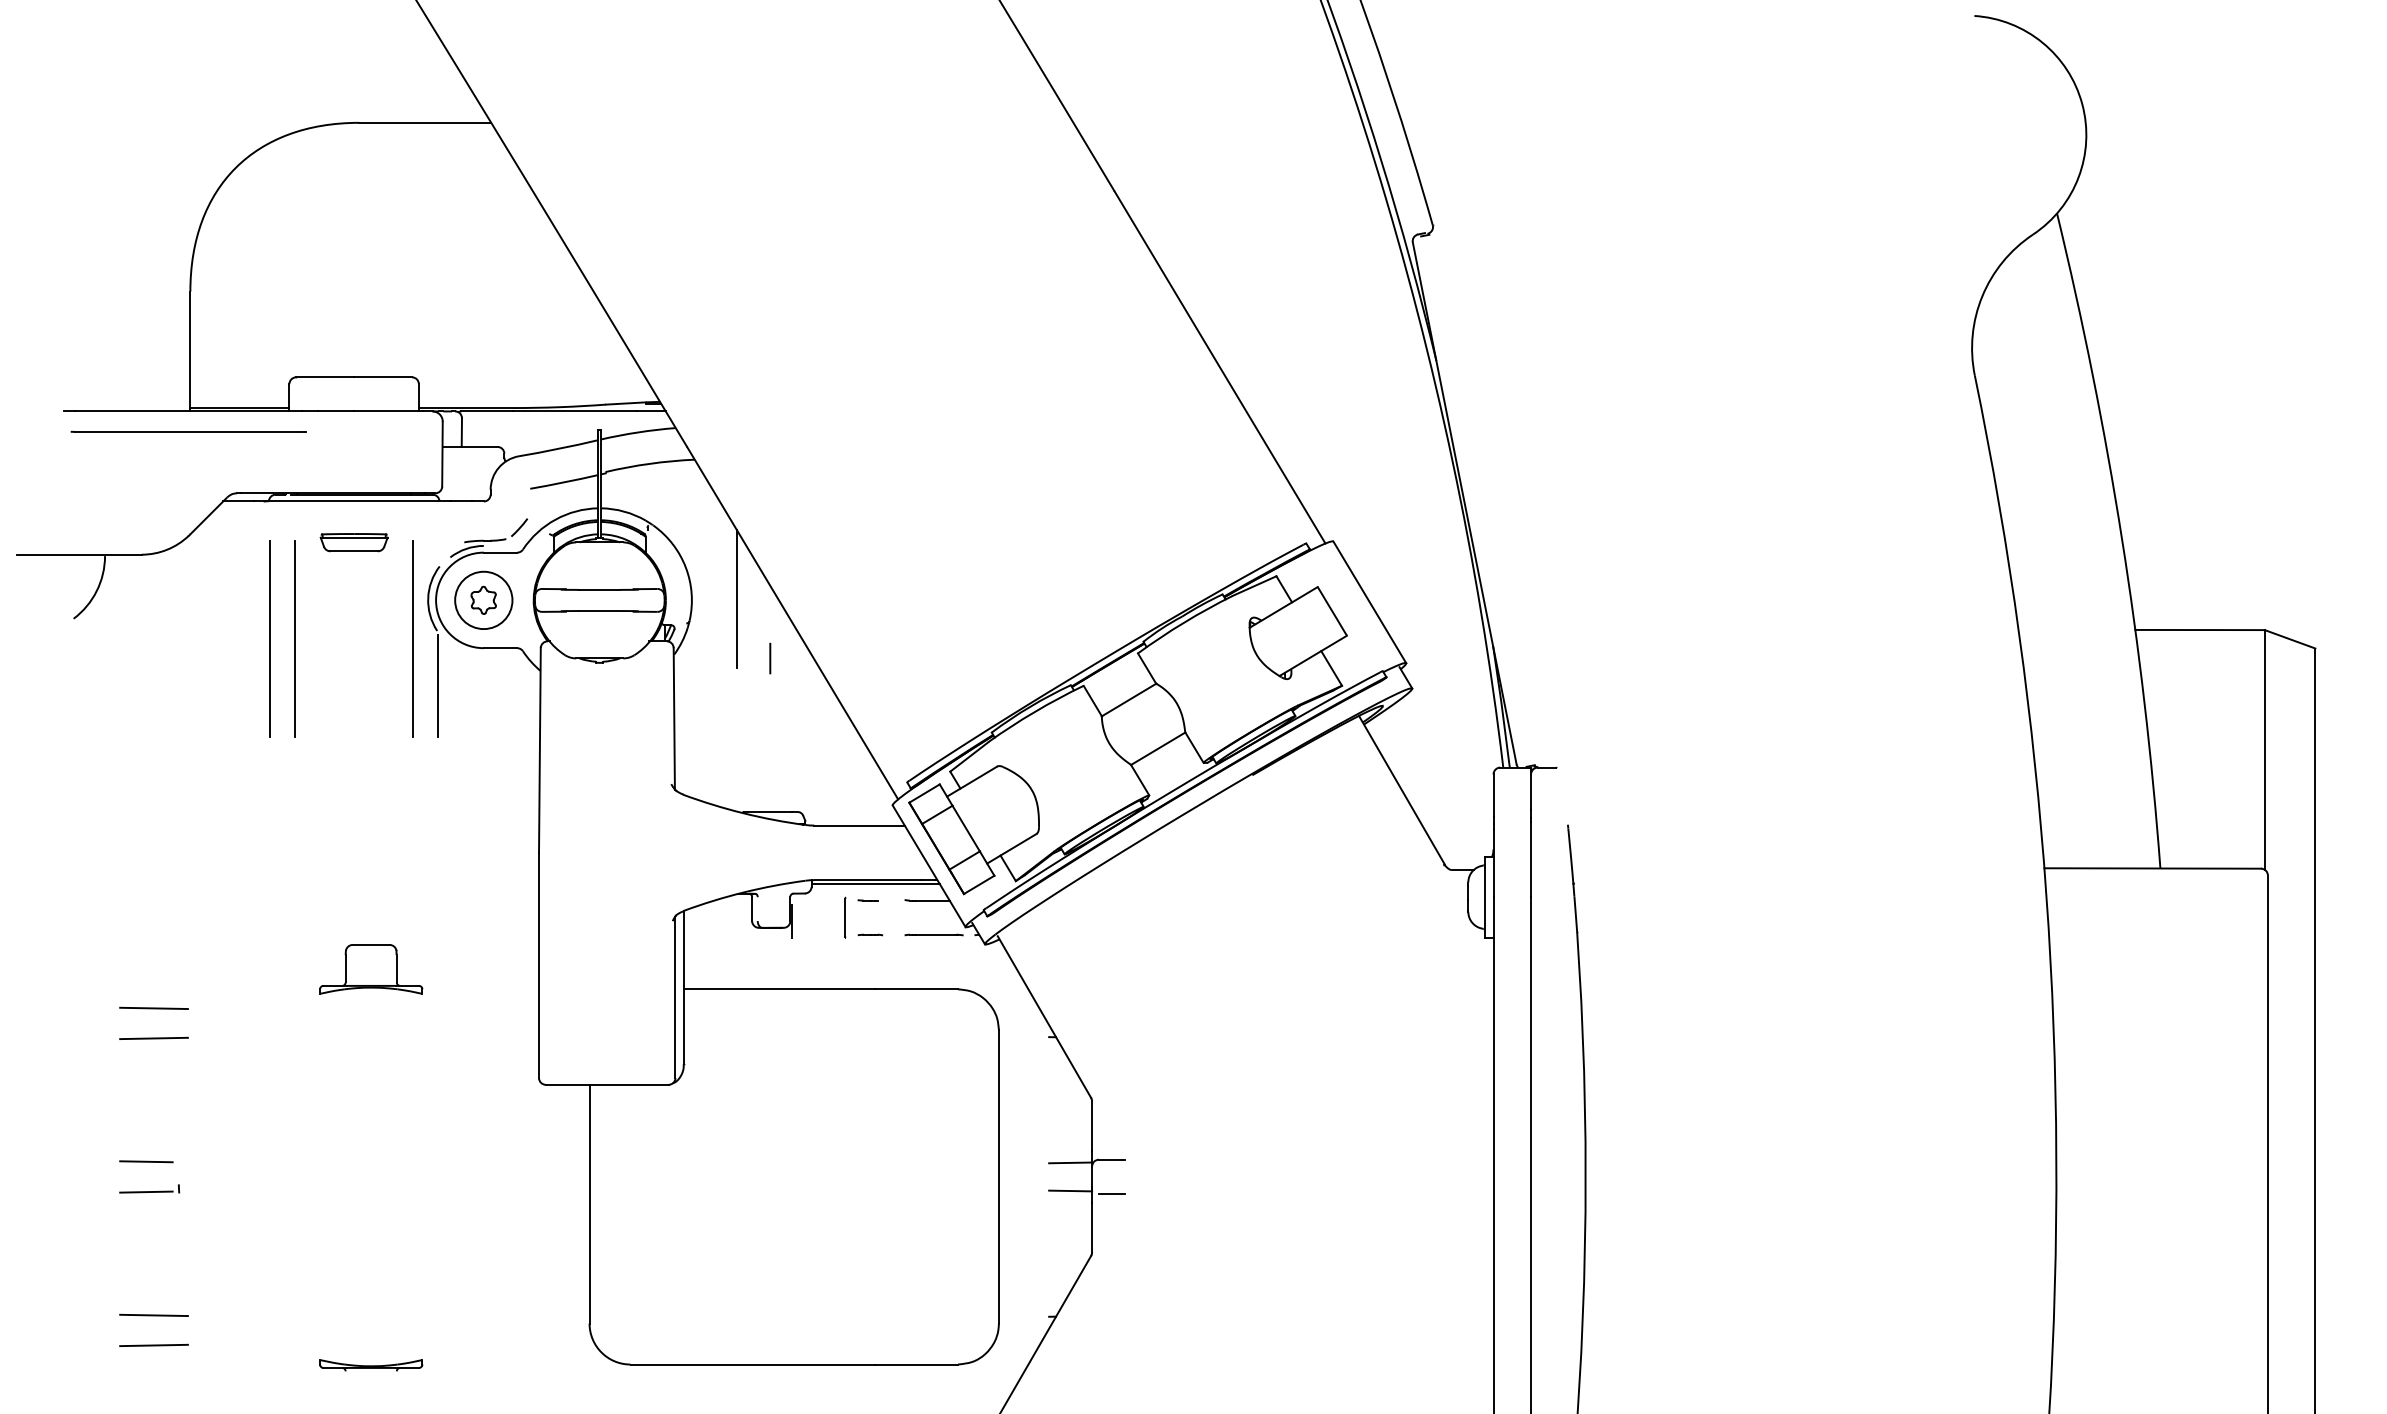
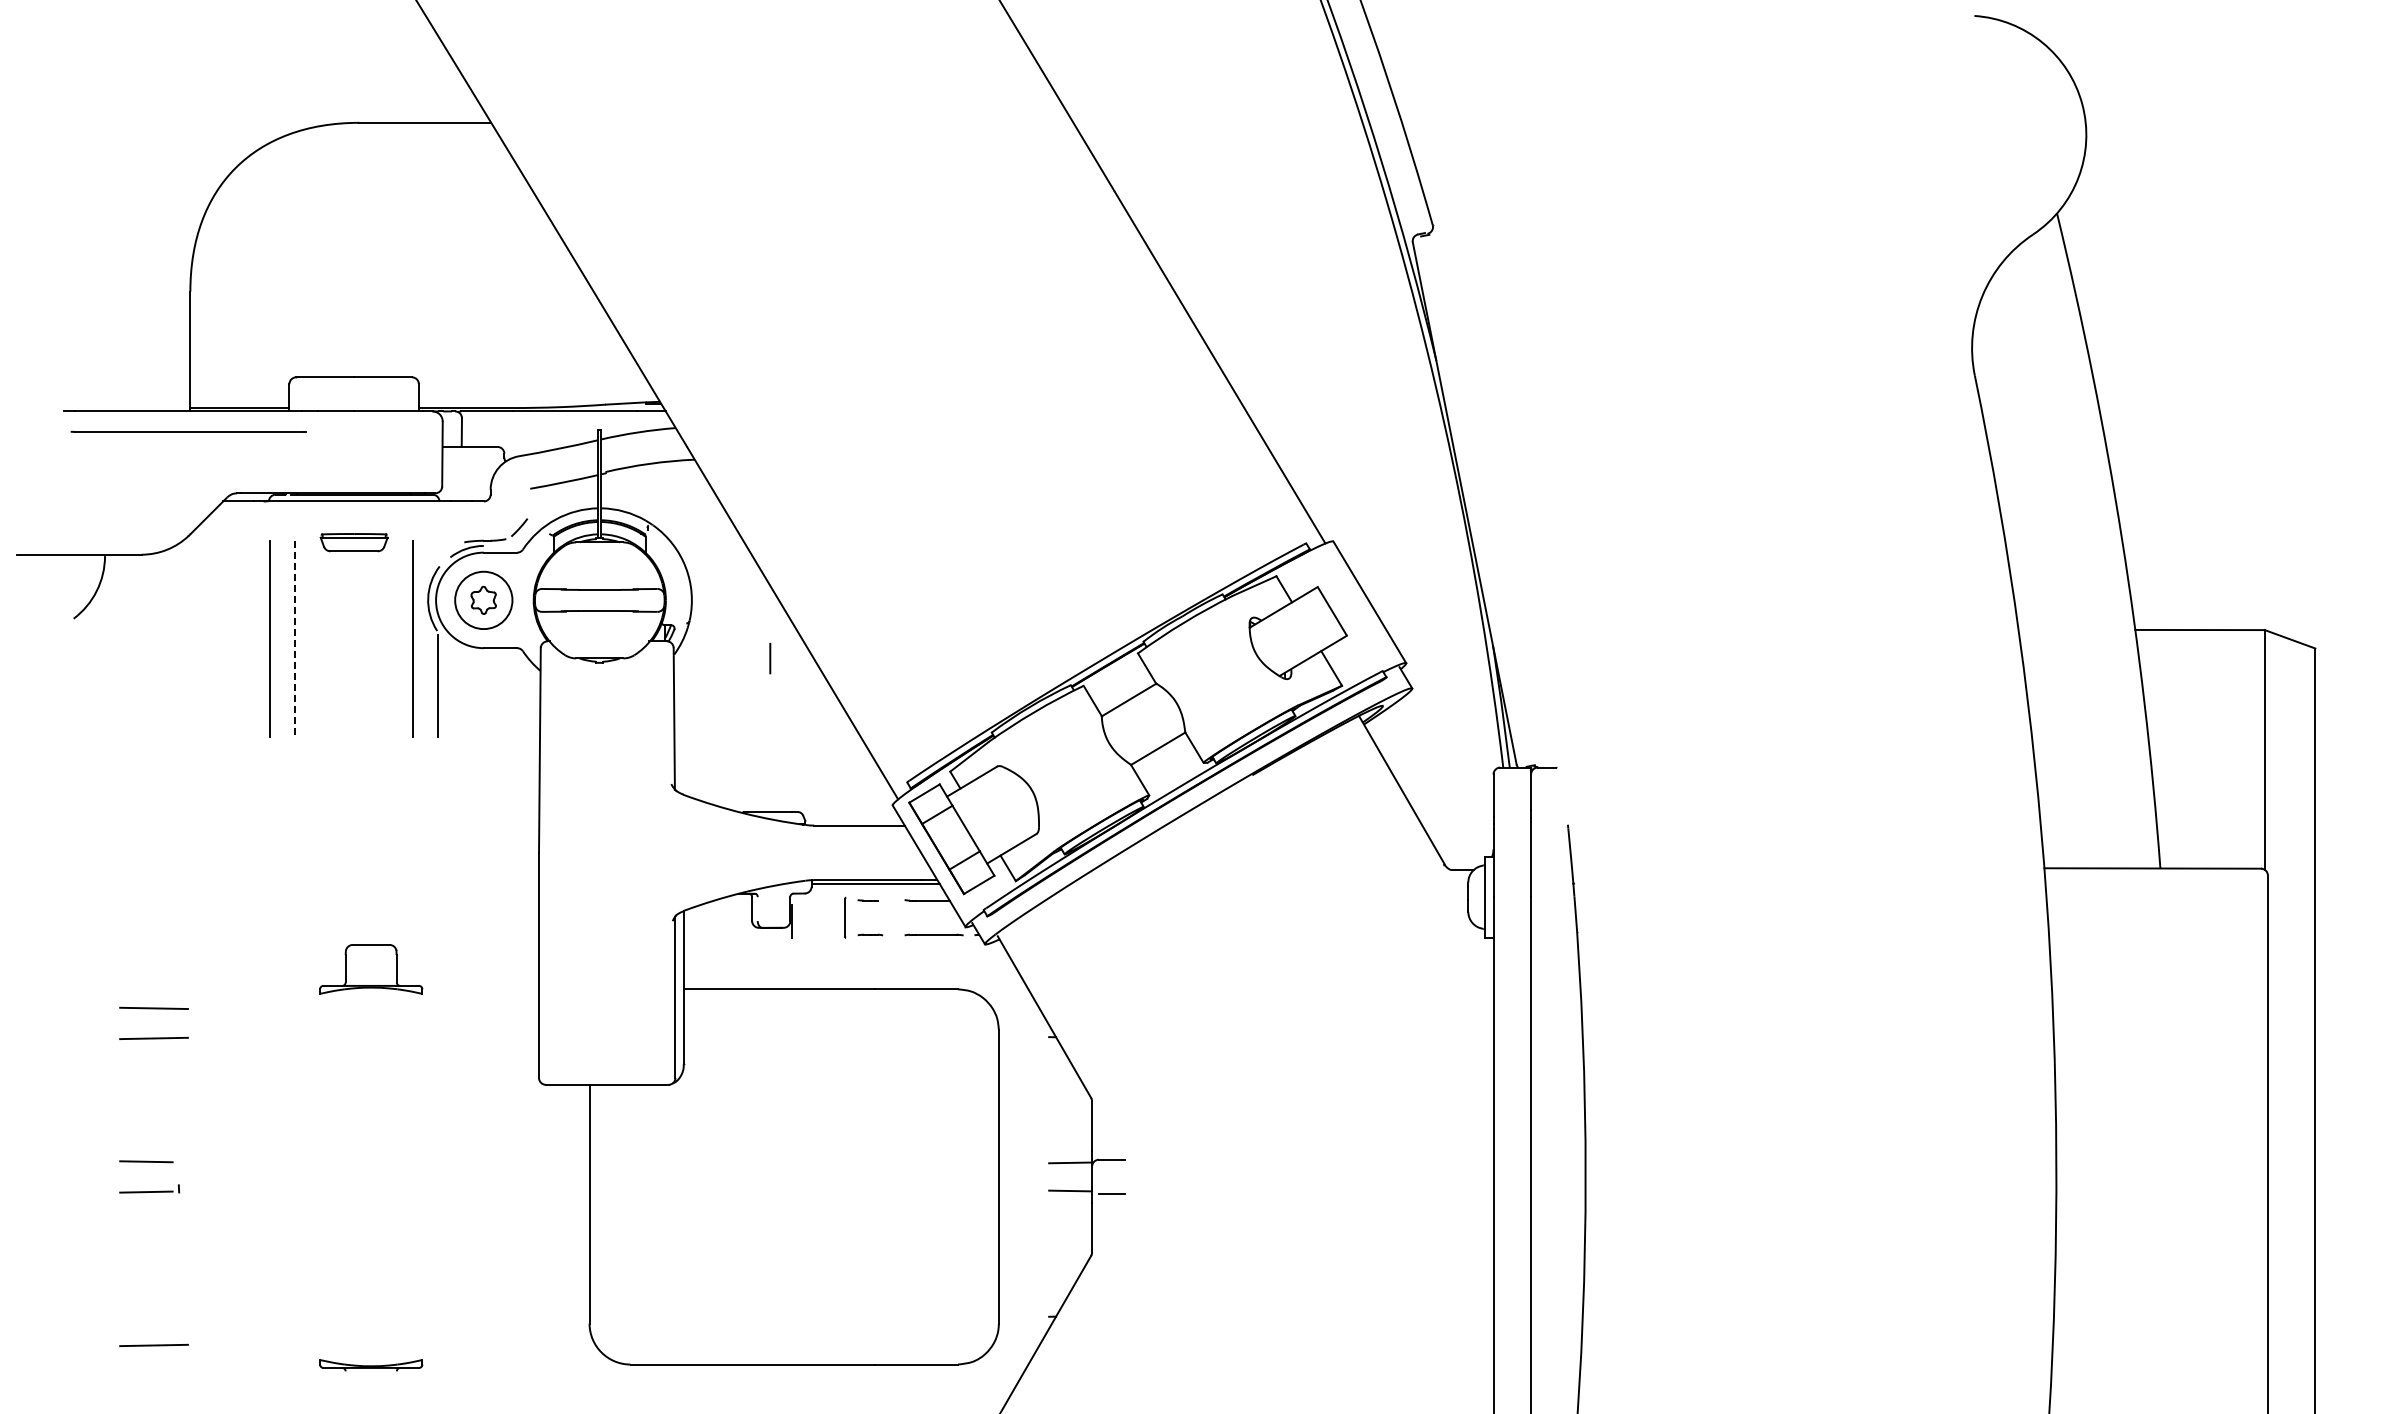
line at (736, 598): present -> none
line at (295, 639): solid -> dashed
line at (153, 1314): present -> none
